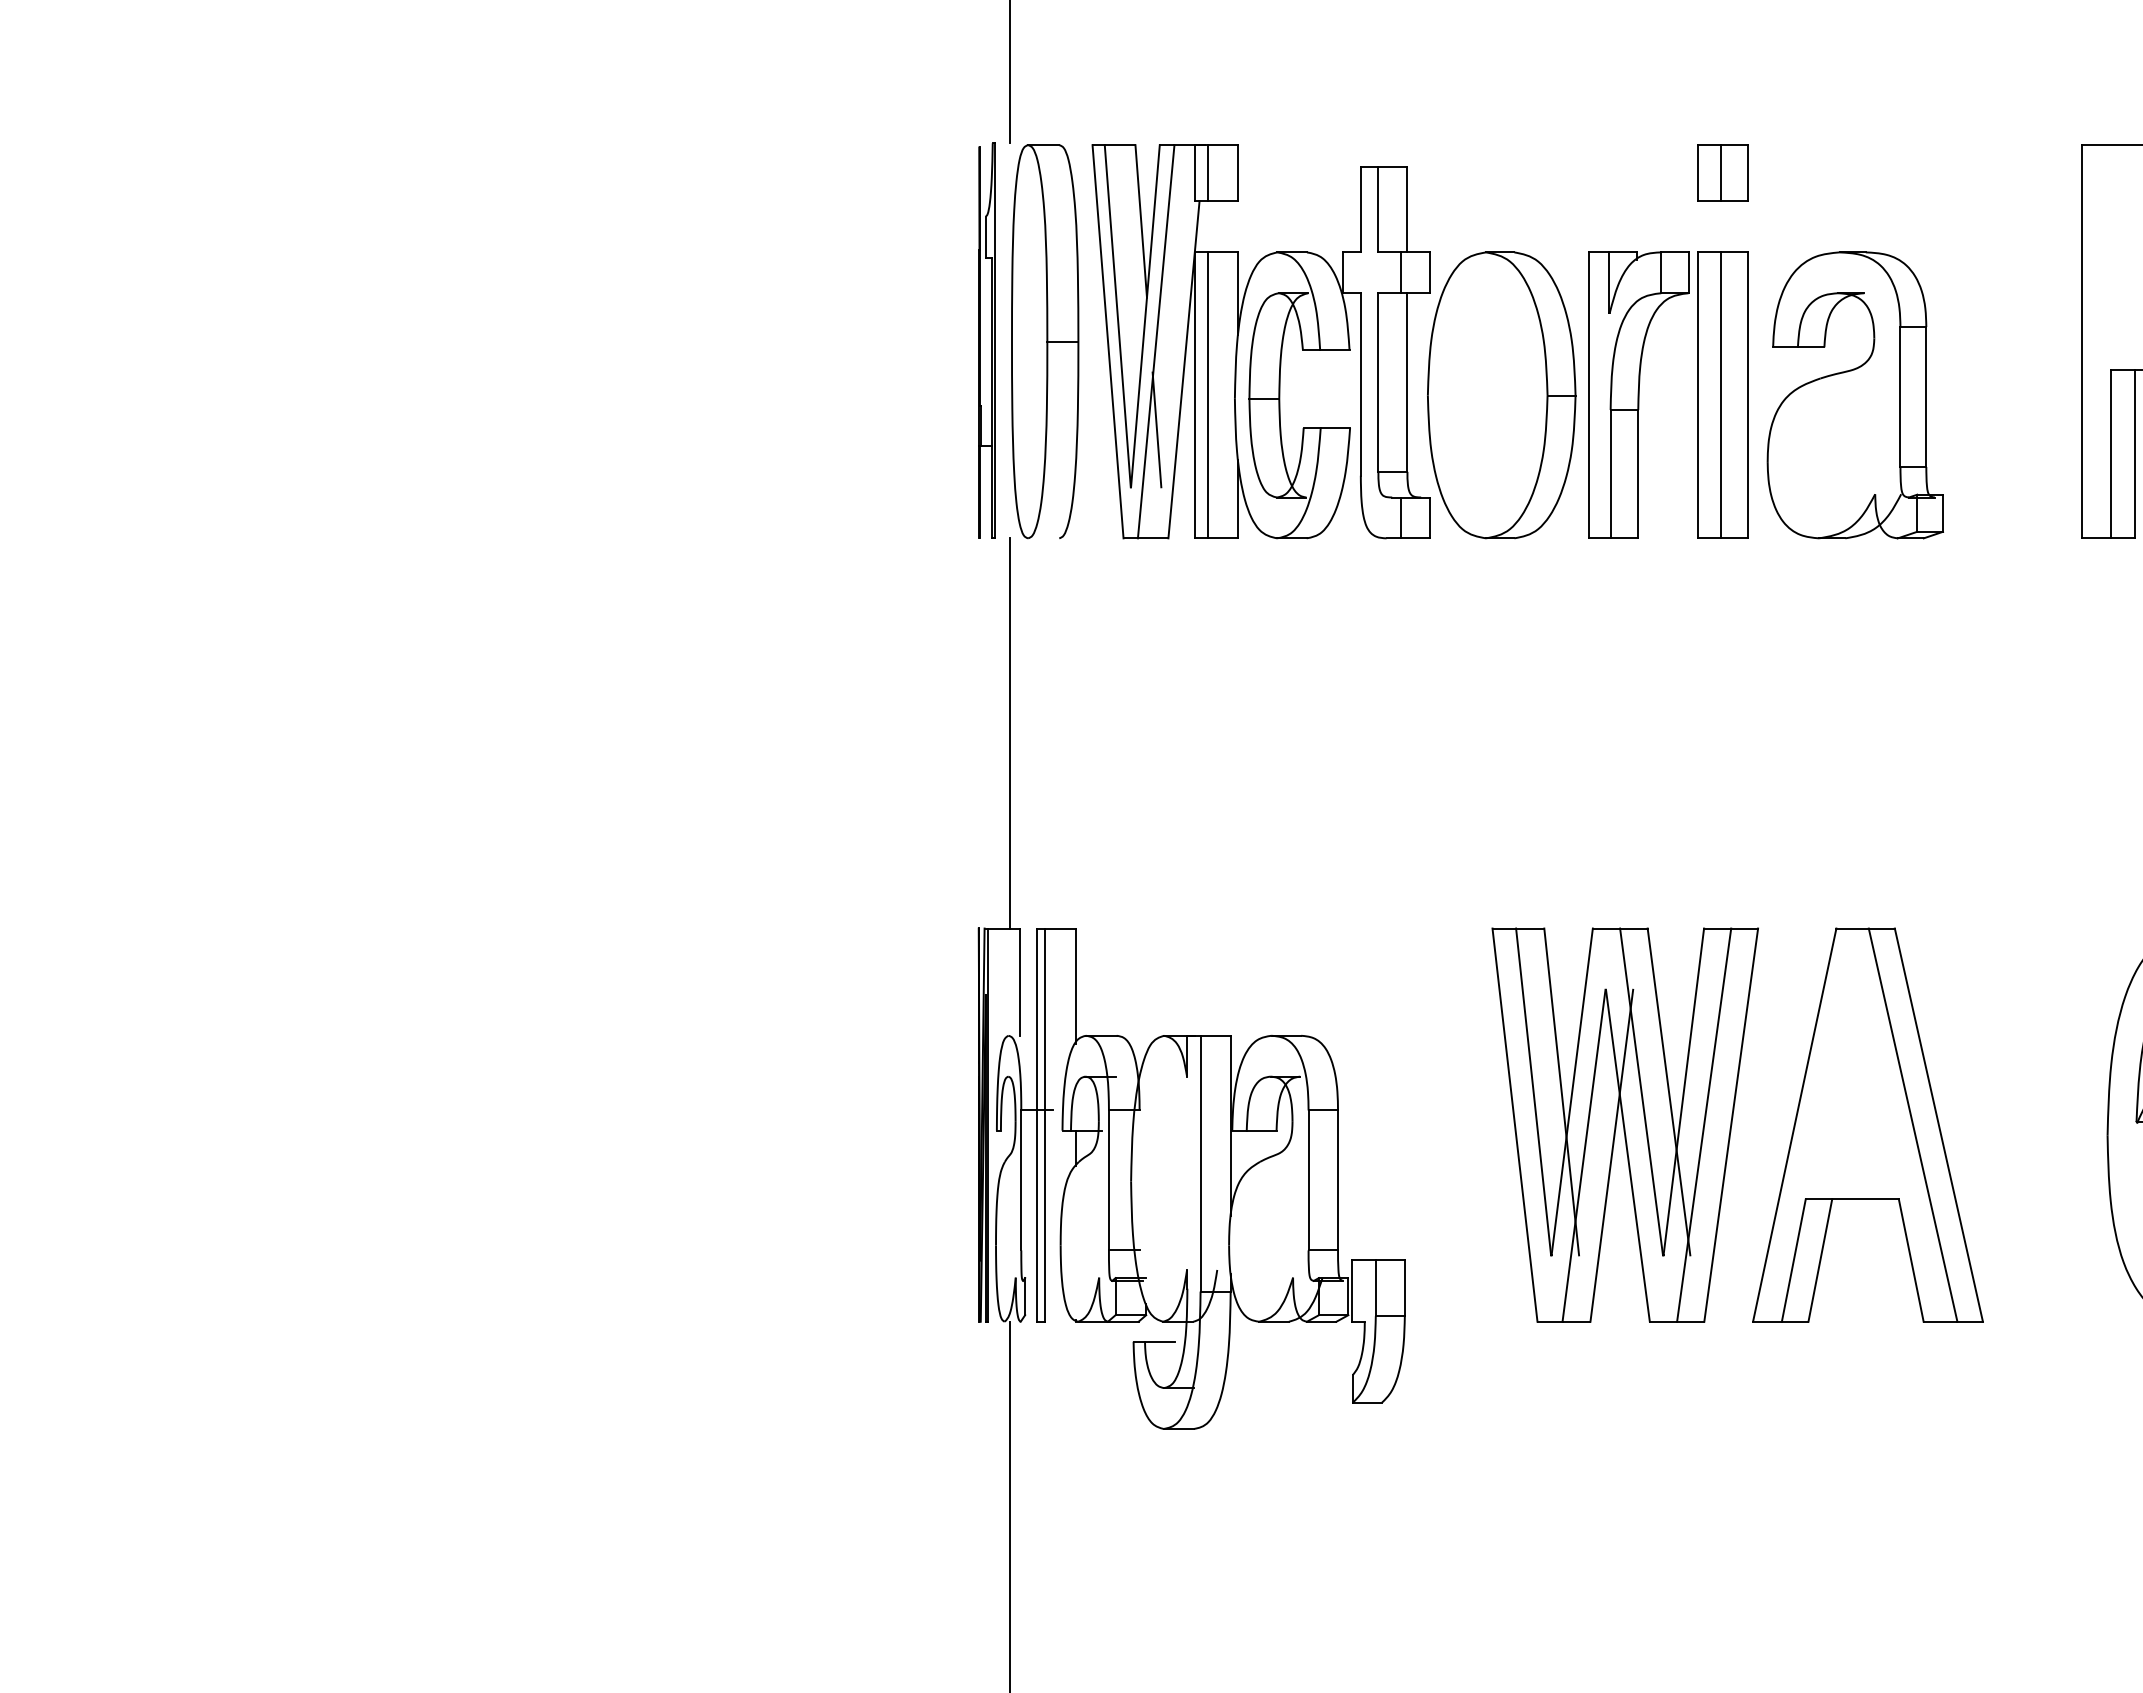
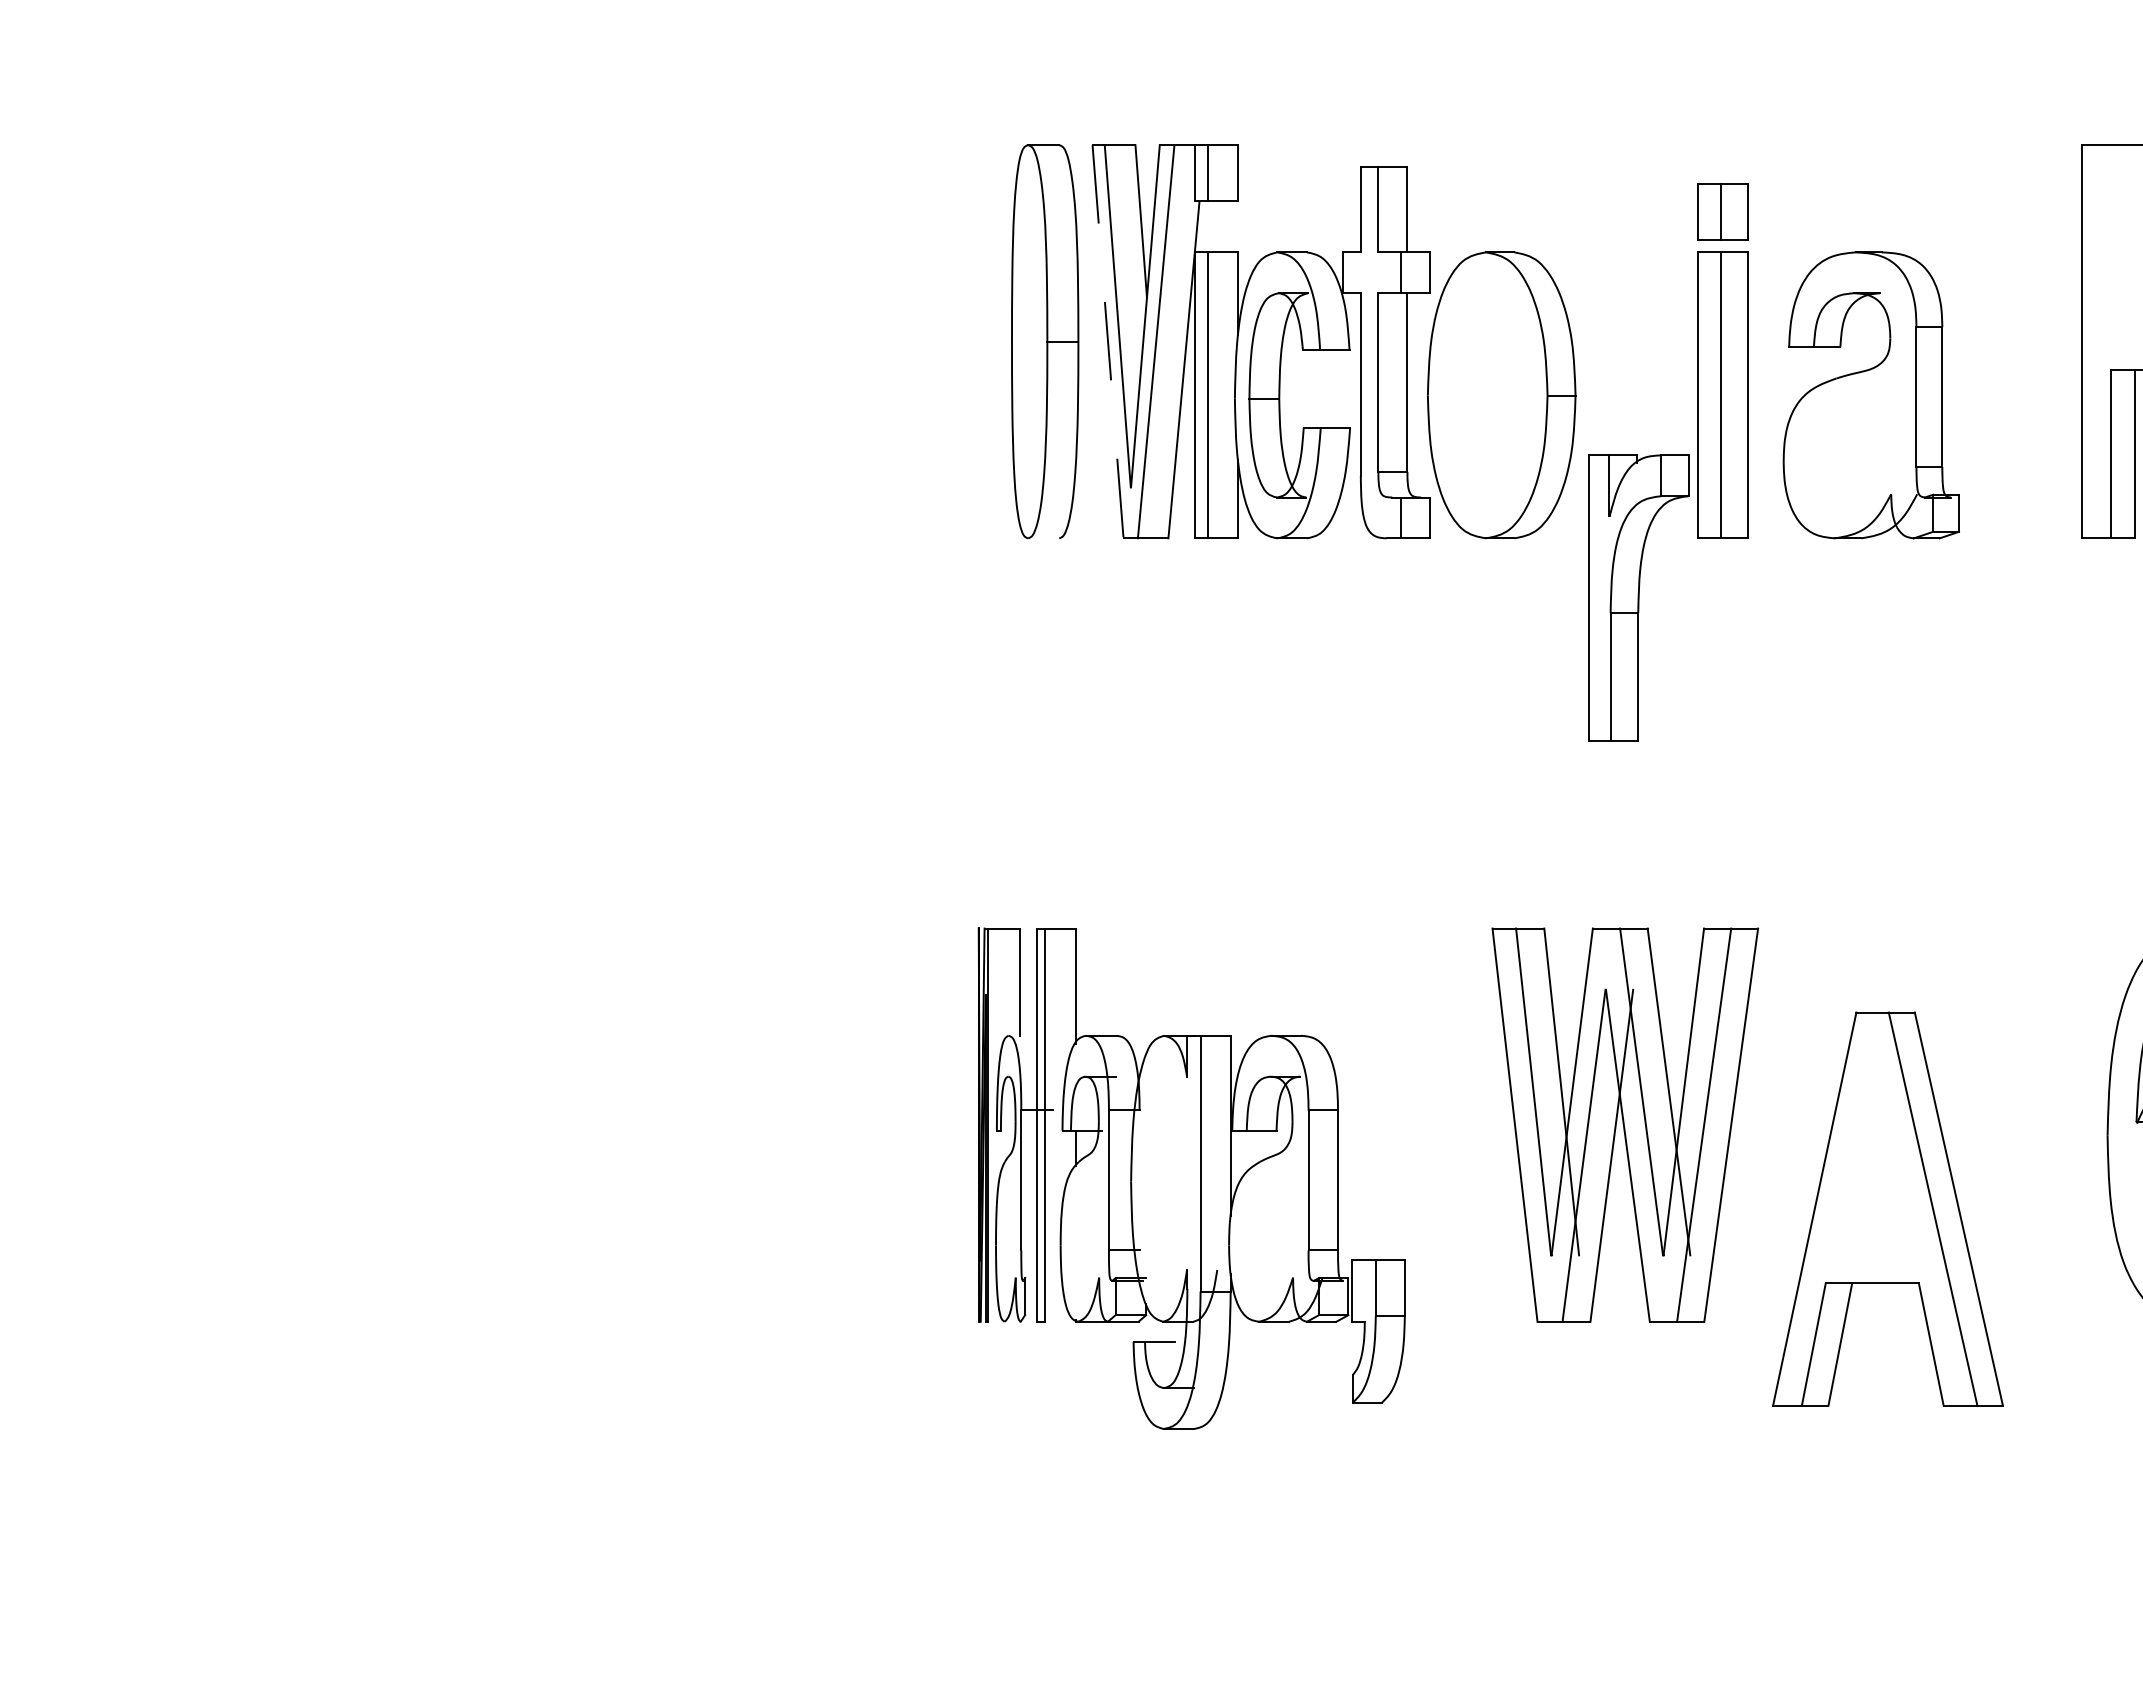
line at (1010, 72): present -> none
part at (1722, 172) position: (1722, 172) -> (1722, 211)
part at (986, 340): present -> none
line at (1108, 342): solid -> dashed
part at (1638, 394) position: (1638, 394) -> (1638, 597)
part at (1854, 395) position: (1854, 395) -> (1870, 395)
line at (1156, 429): present -> none
line at (1010, 733): present -> none
part at (1867, 1124) position: (1867, 1124) -> (1887, 1208)
line at (1010, 1505): present -> none
